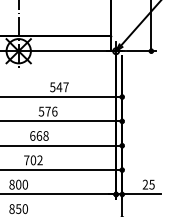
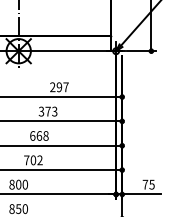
text at (56, 87): 547 -> 297
text at (48, 111): 576 -> 373
text at (145, 184): 25 -> 75
